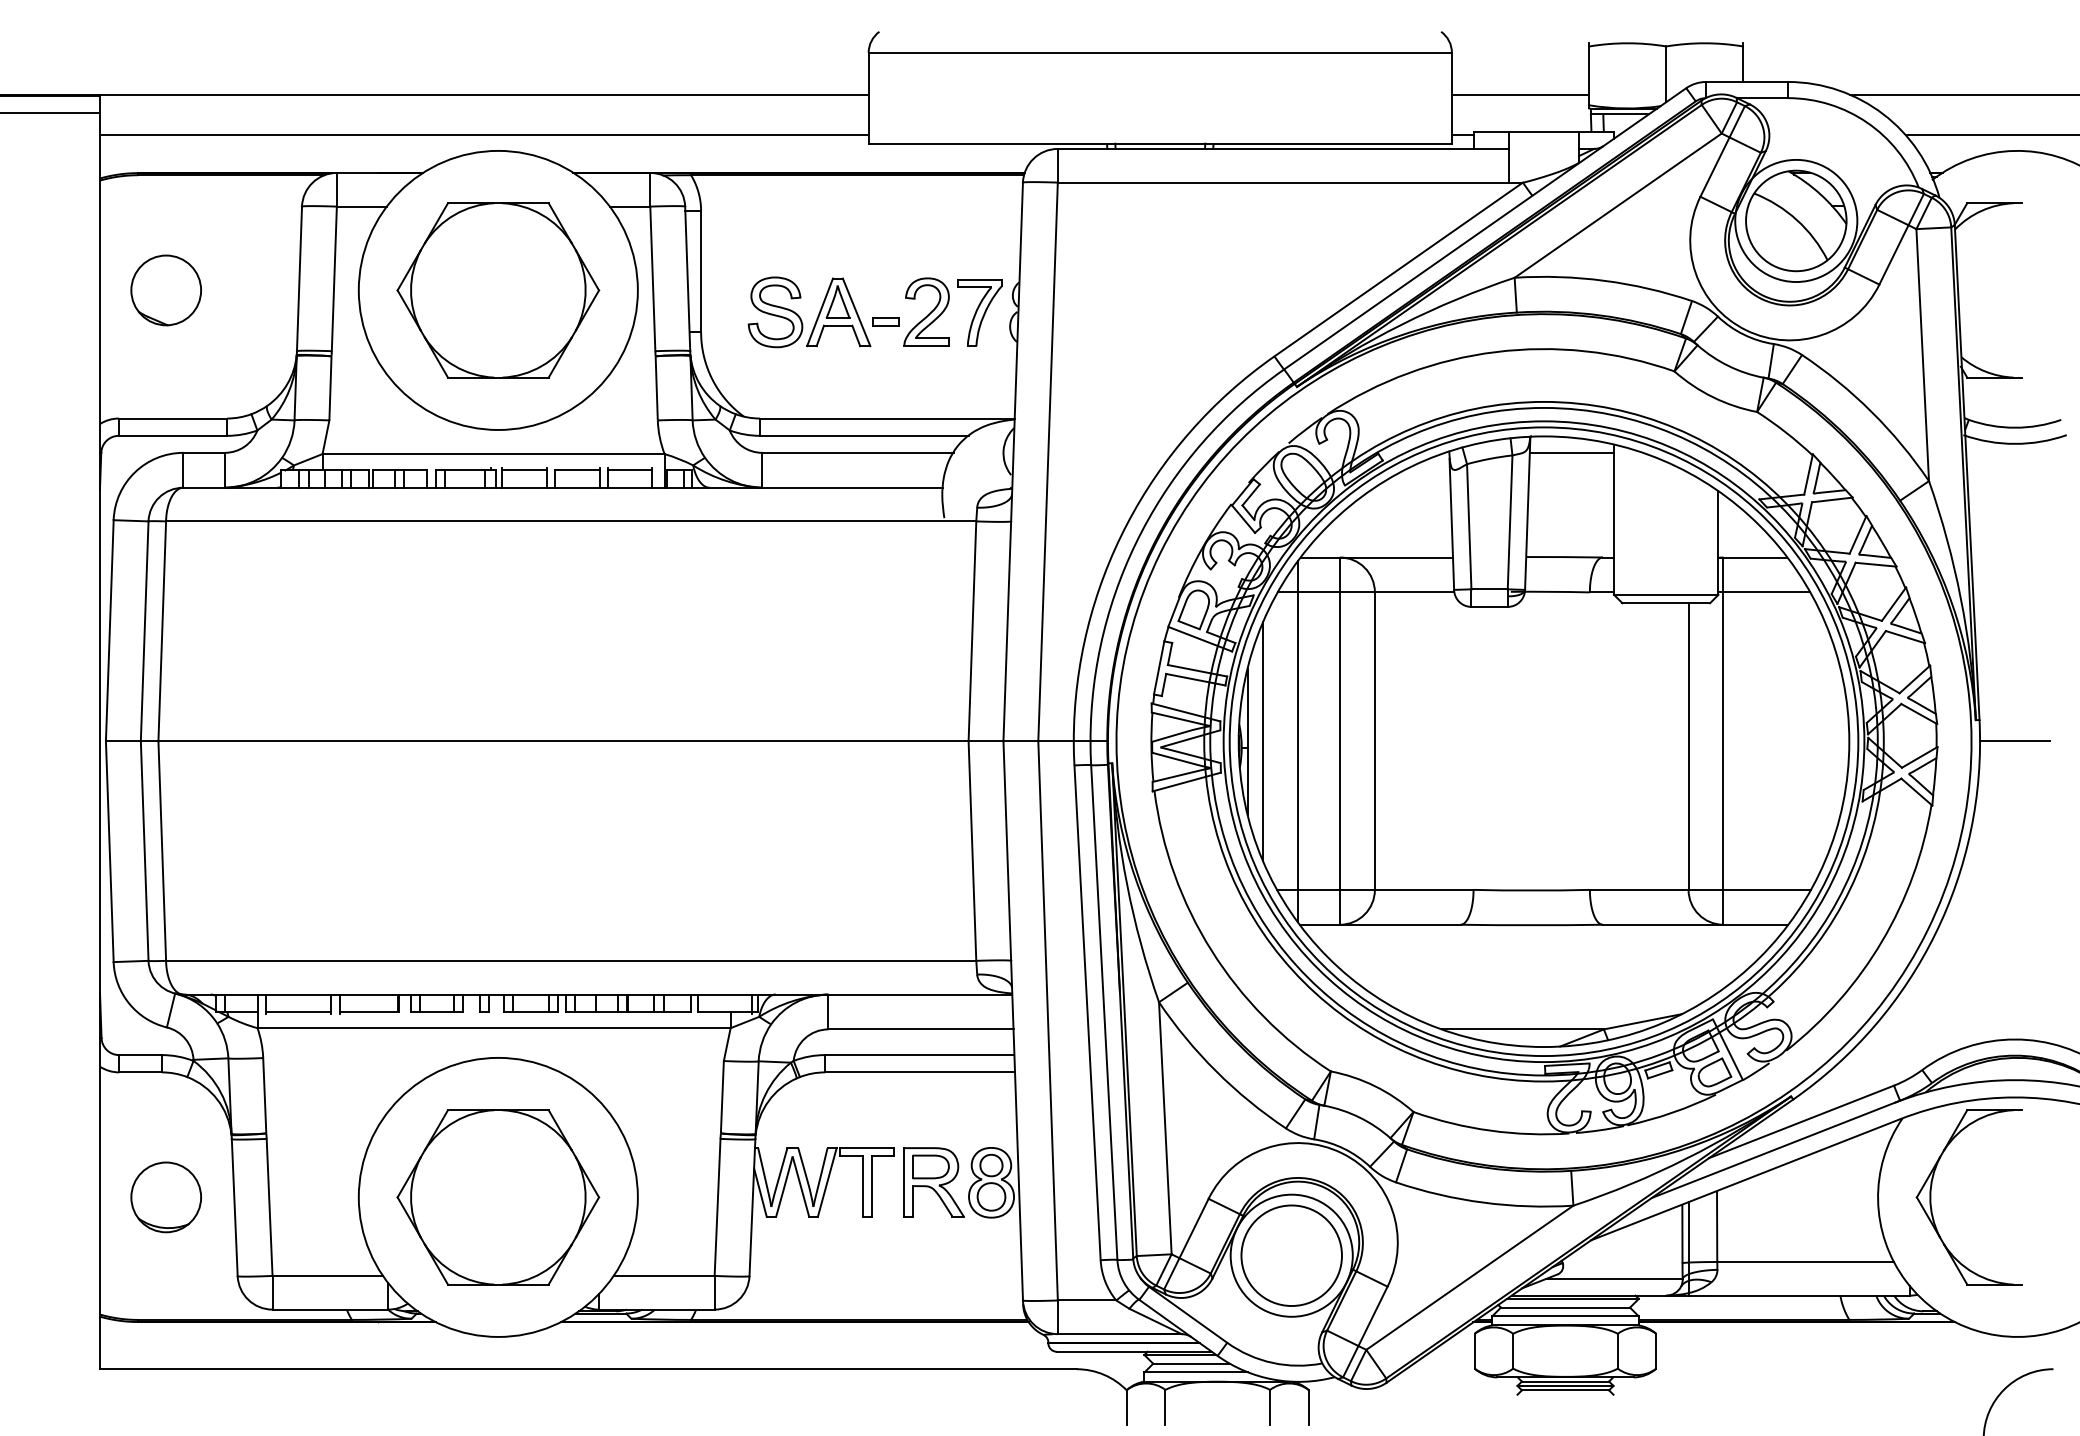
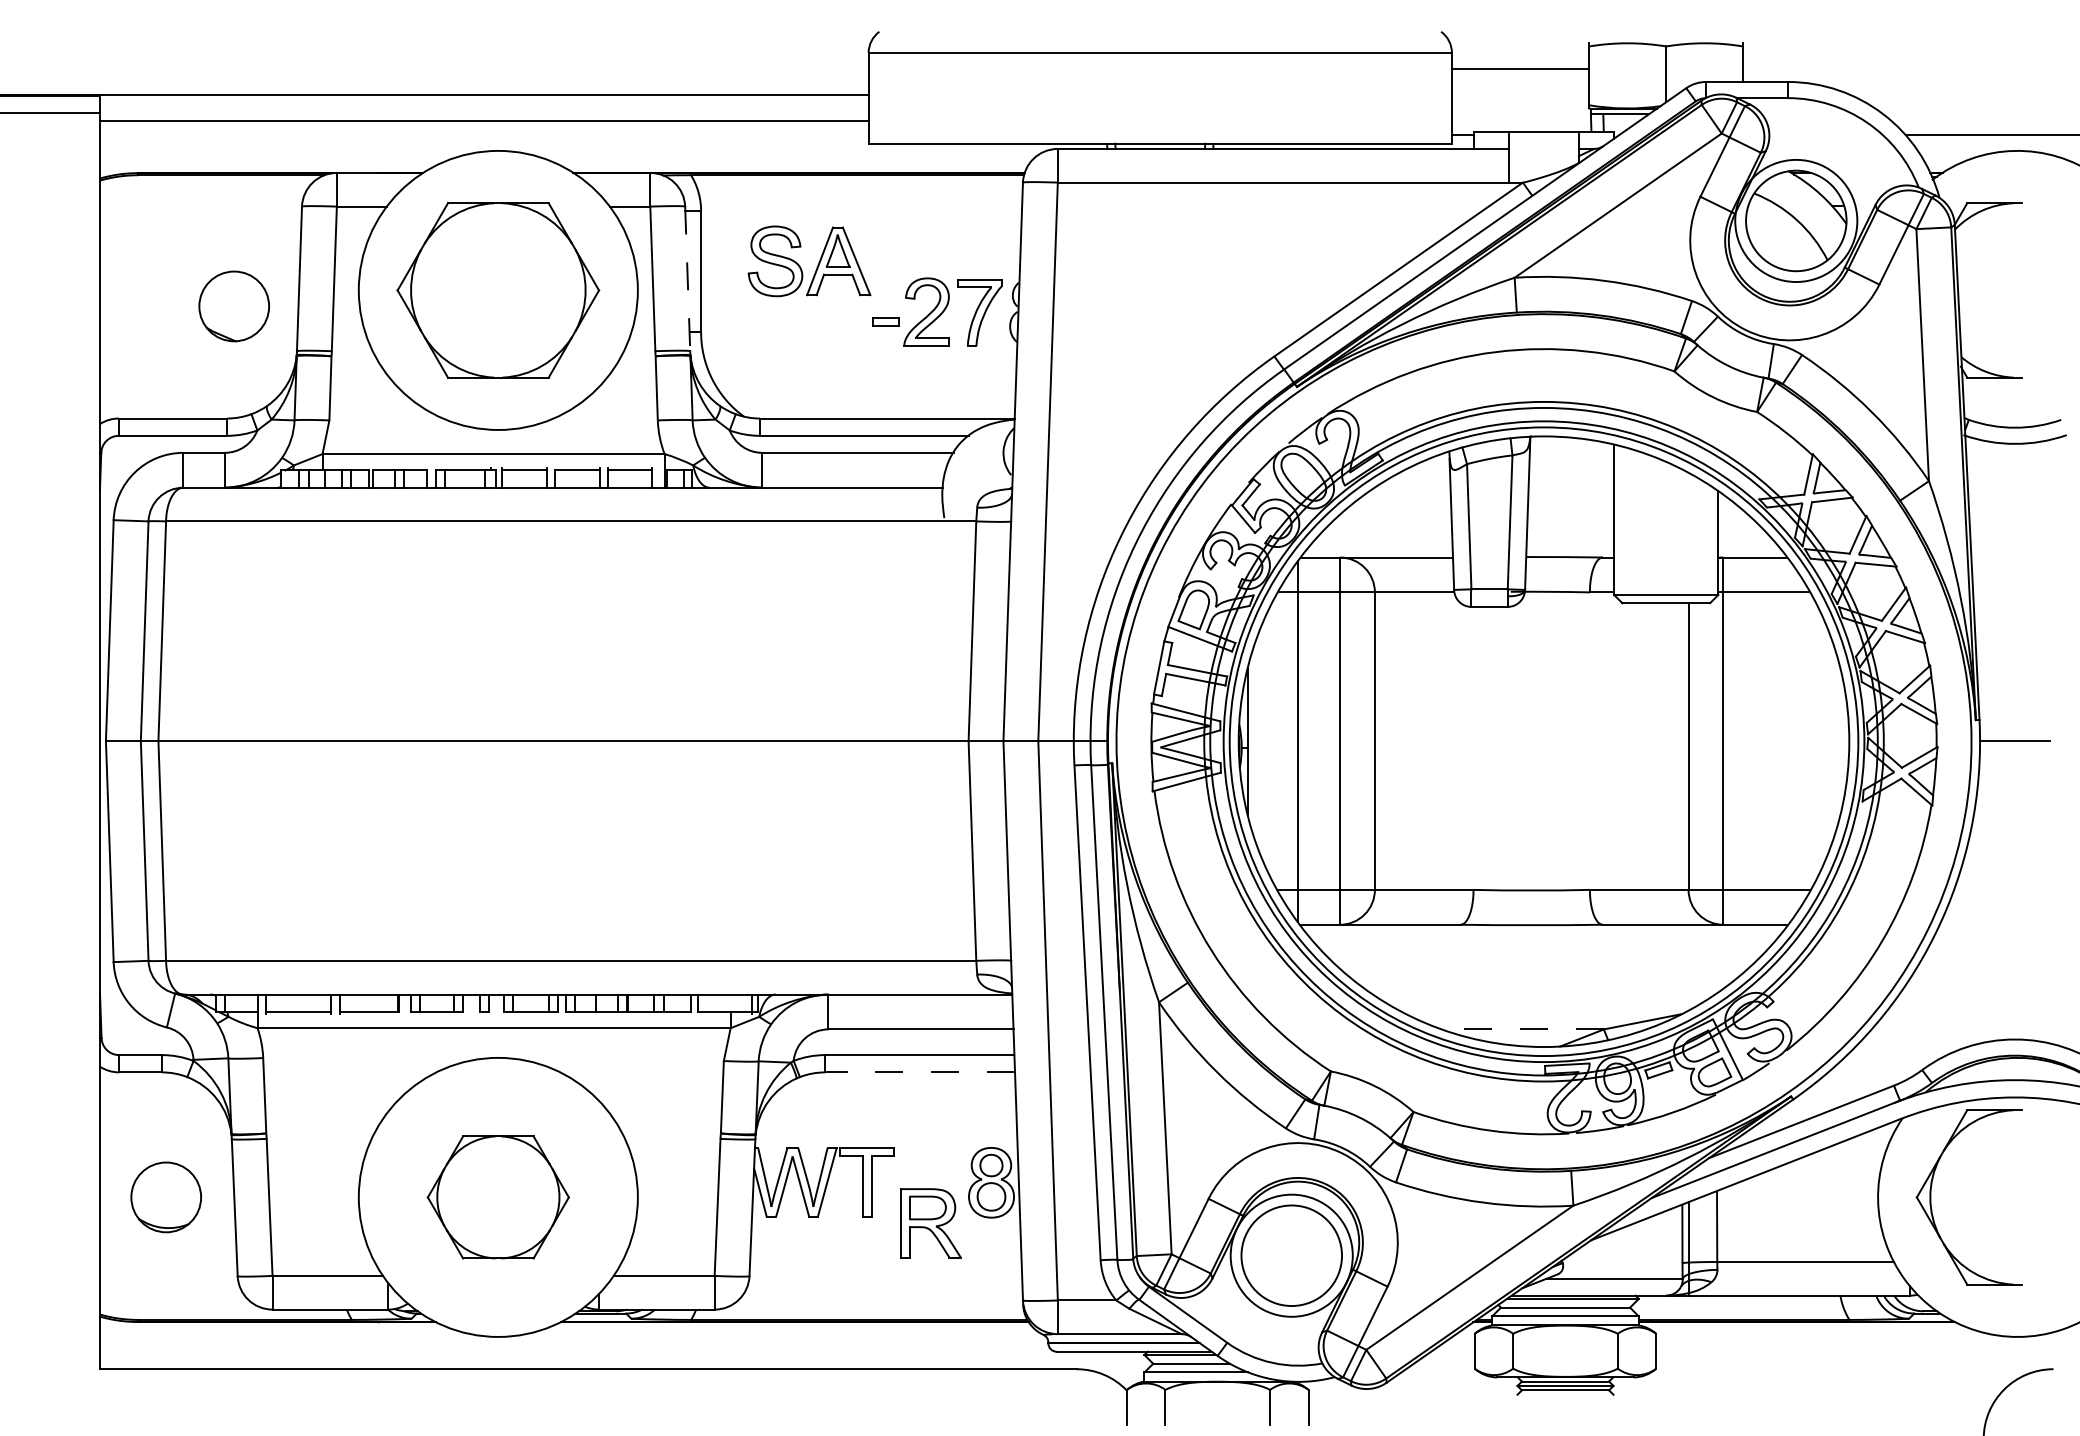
line at (1520, 94) position: (1520, 94) -> (1520, 68)
line at (1962, 94): present -> none
line at (483, 135) position: (483, 135) -> (483, 121)
line at (687, 279): solid -> dashed
part at (165, 290) position: (165, 290) -> (233, 306)
part at (817, 315) position: (817, 315) -> (817, 264)
line at (1571, 452): present -> none
line at (1263, 741): present -> none
line at (1522, 1029): solid -> dashed
line at (920, 1072): solid -> dashed
part at (933, 1182) position: (933, 1182) -> (930, 1223)
part at (498, 1197) size: 205x177 px -> 144x125 px
